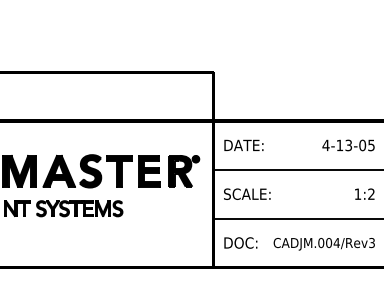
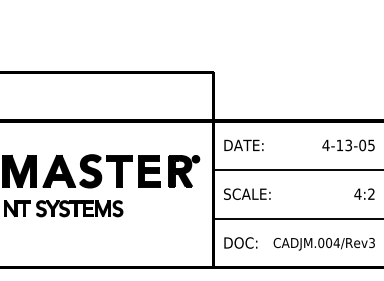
text at (357, 193): 1:2 -> 4:2
